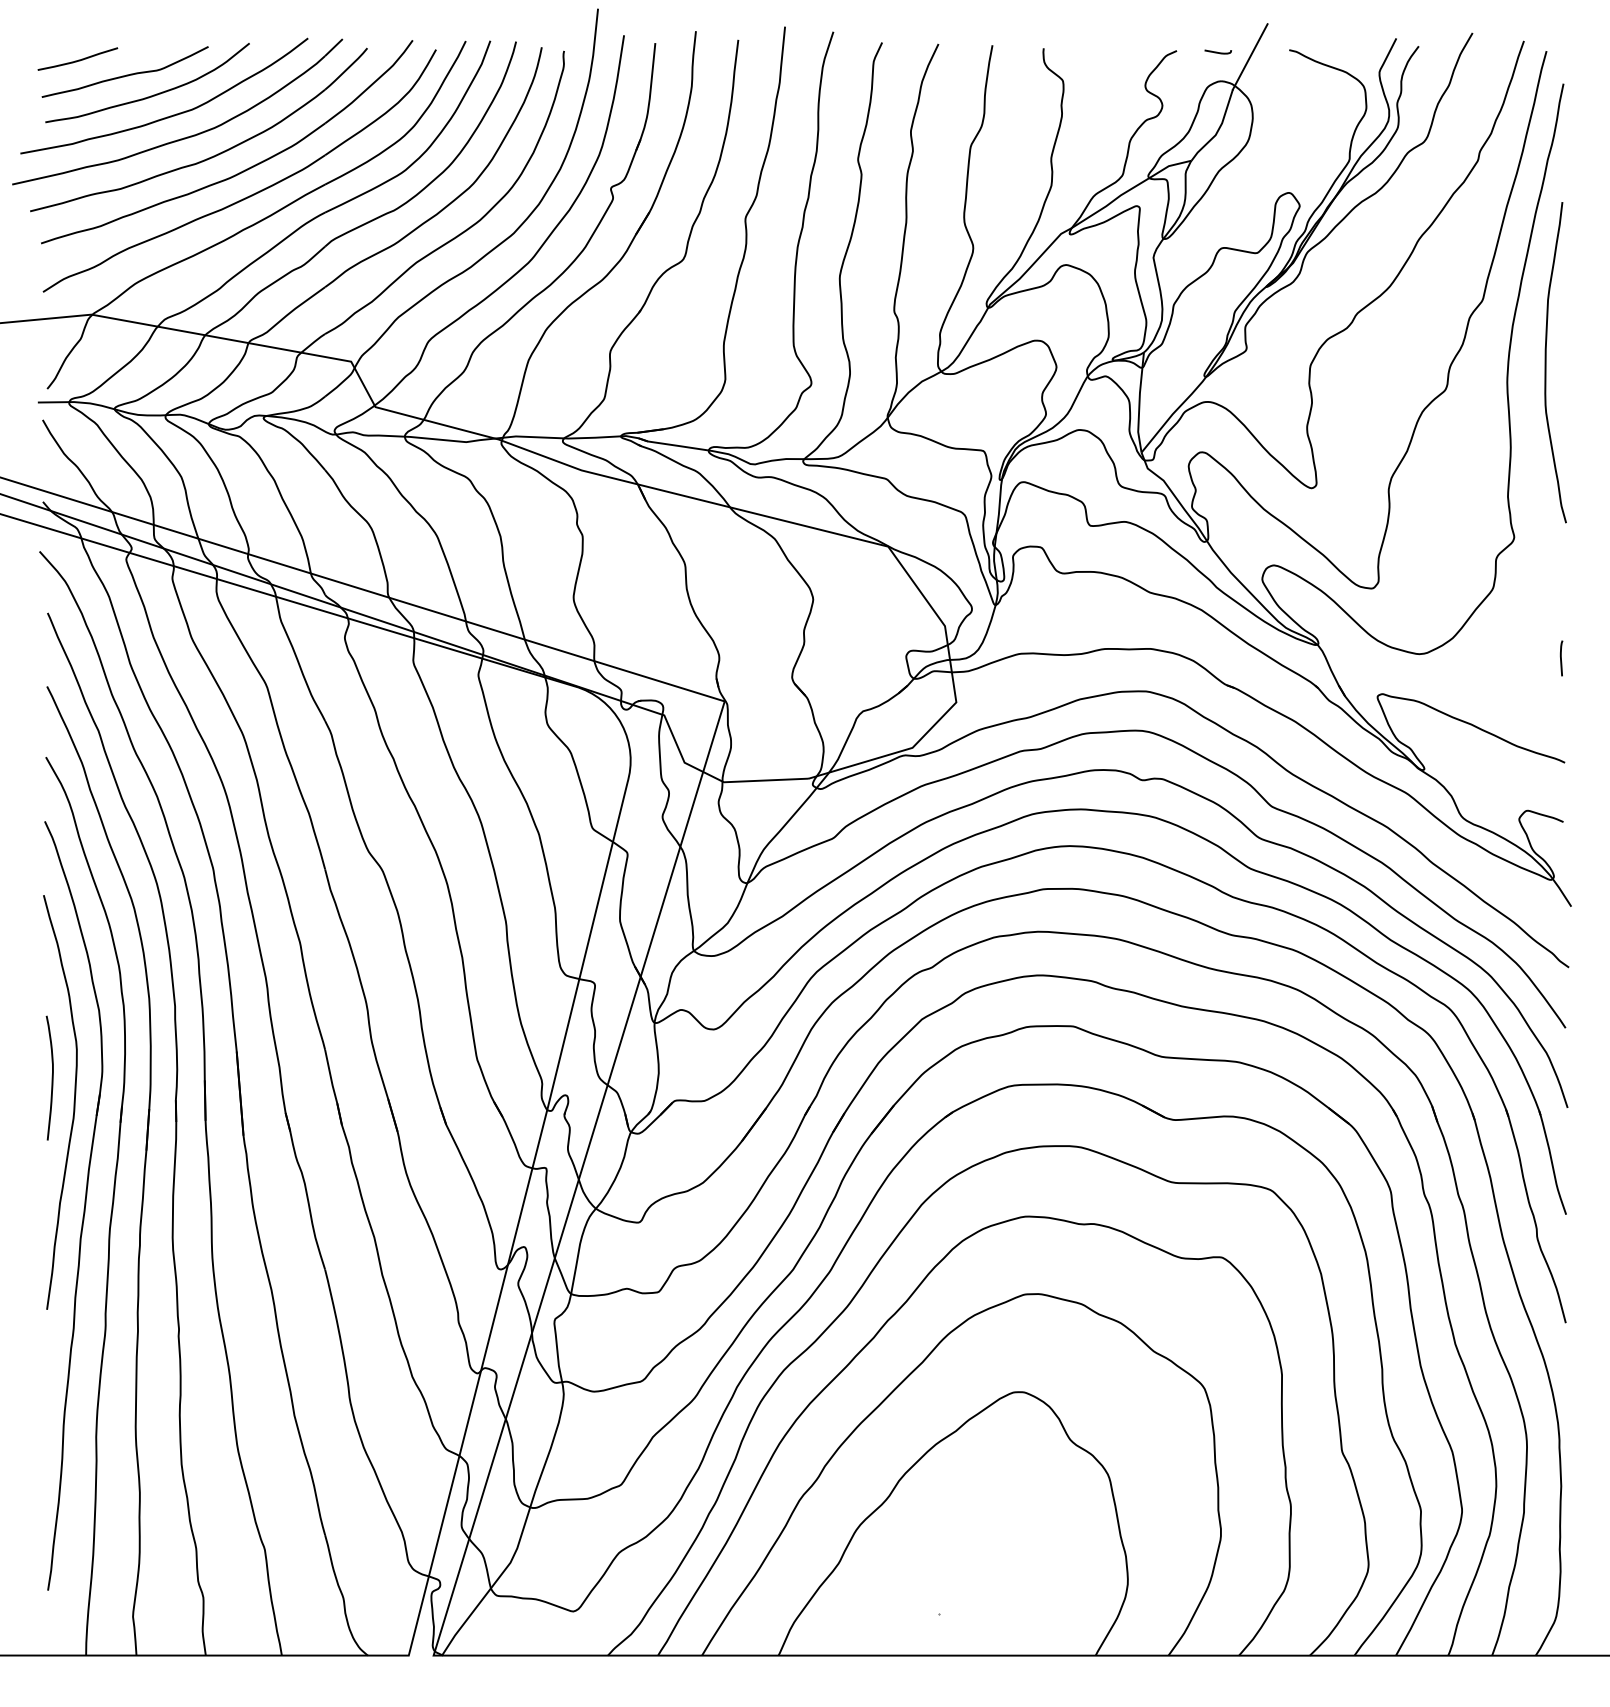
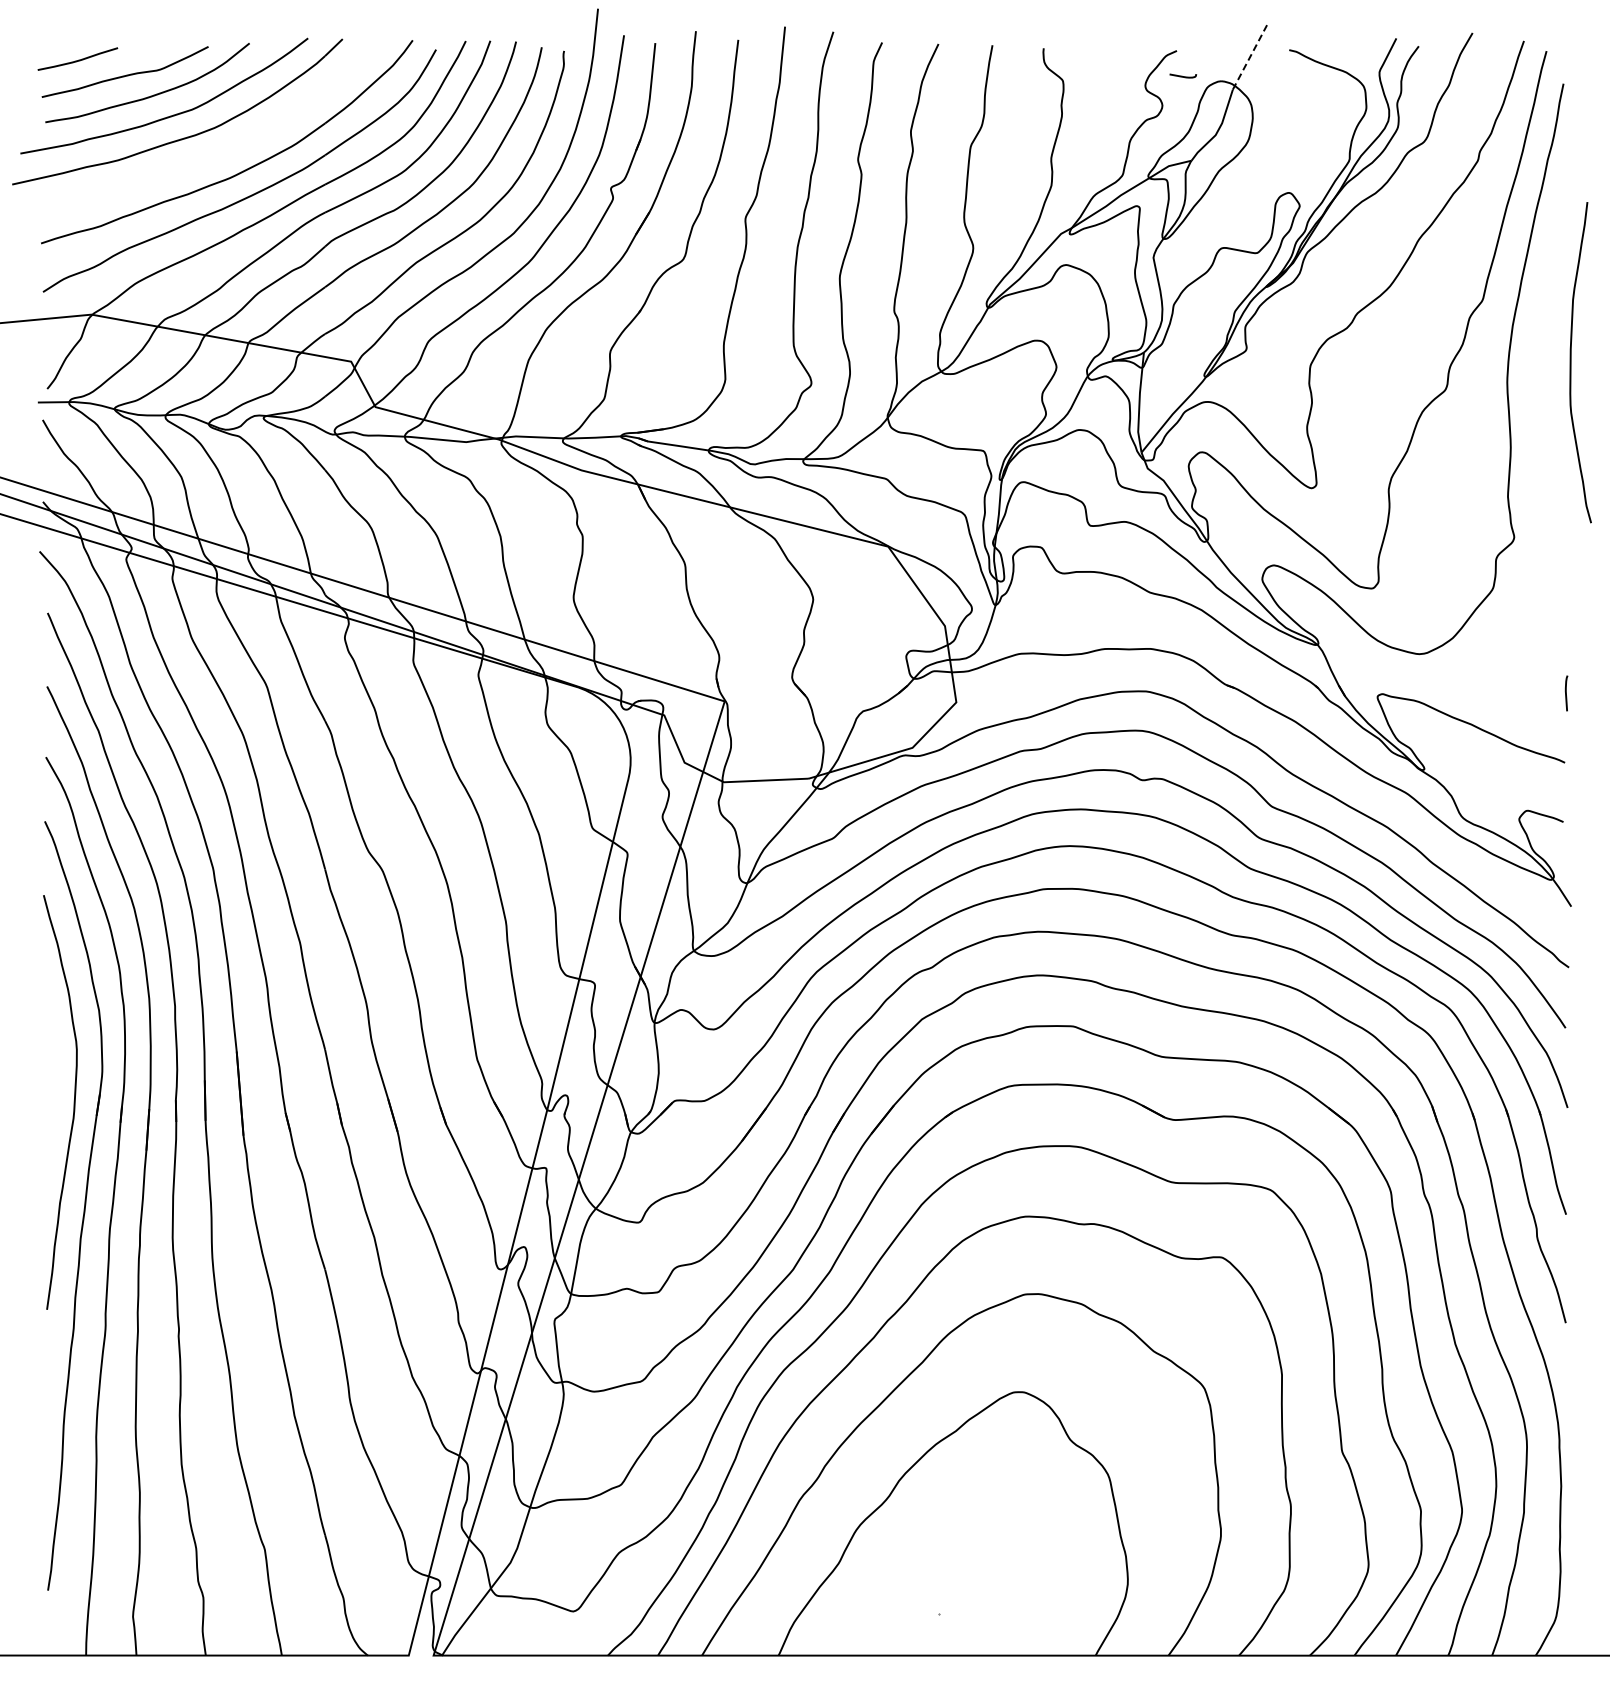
curve at (1217, 51) position: (1217, 51) -> (1182, 75)
line at (1250, 56): solid -> dashed
part at (208, 157): present -> none
curve at (1546, 362) position: (1546, 362) -> (1571, 362)
curve at (1561, 658) position: (1561, 658) -> (1566, 693)
curve at (51, 1077): present -> none
